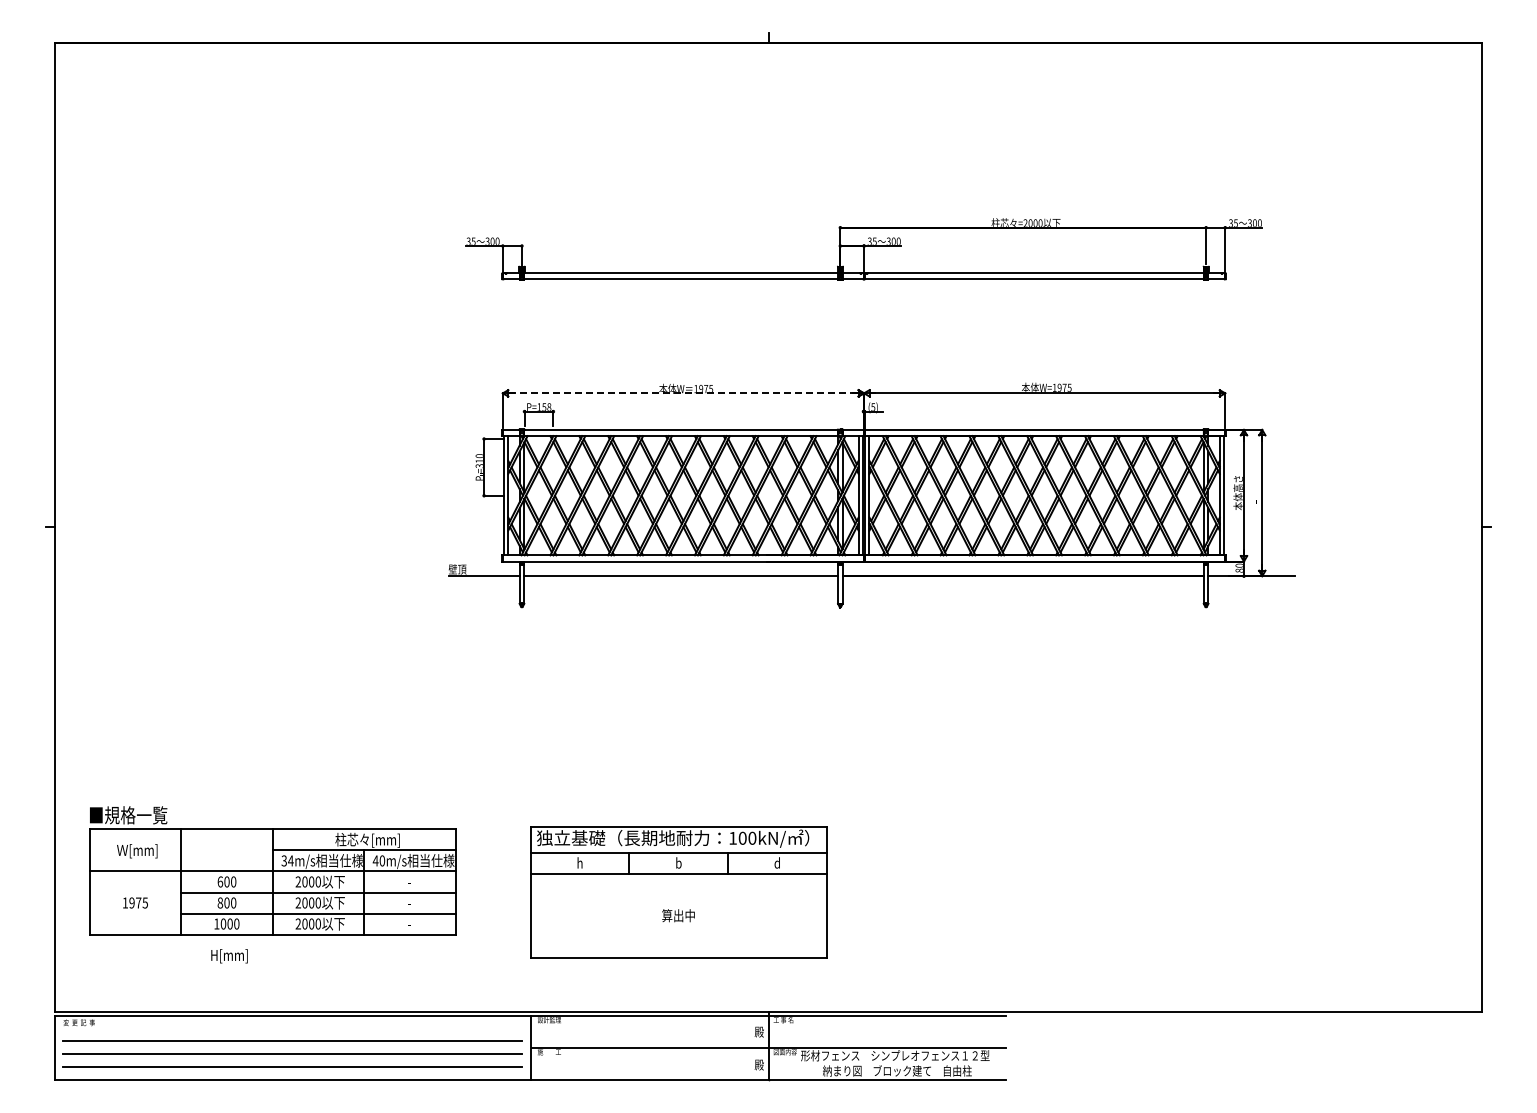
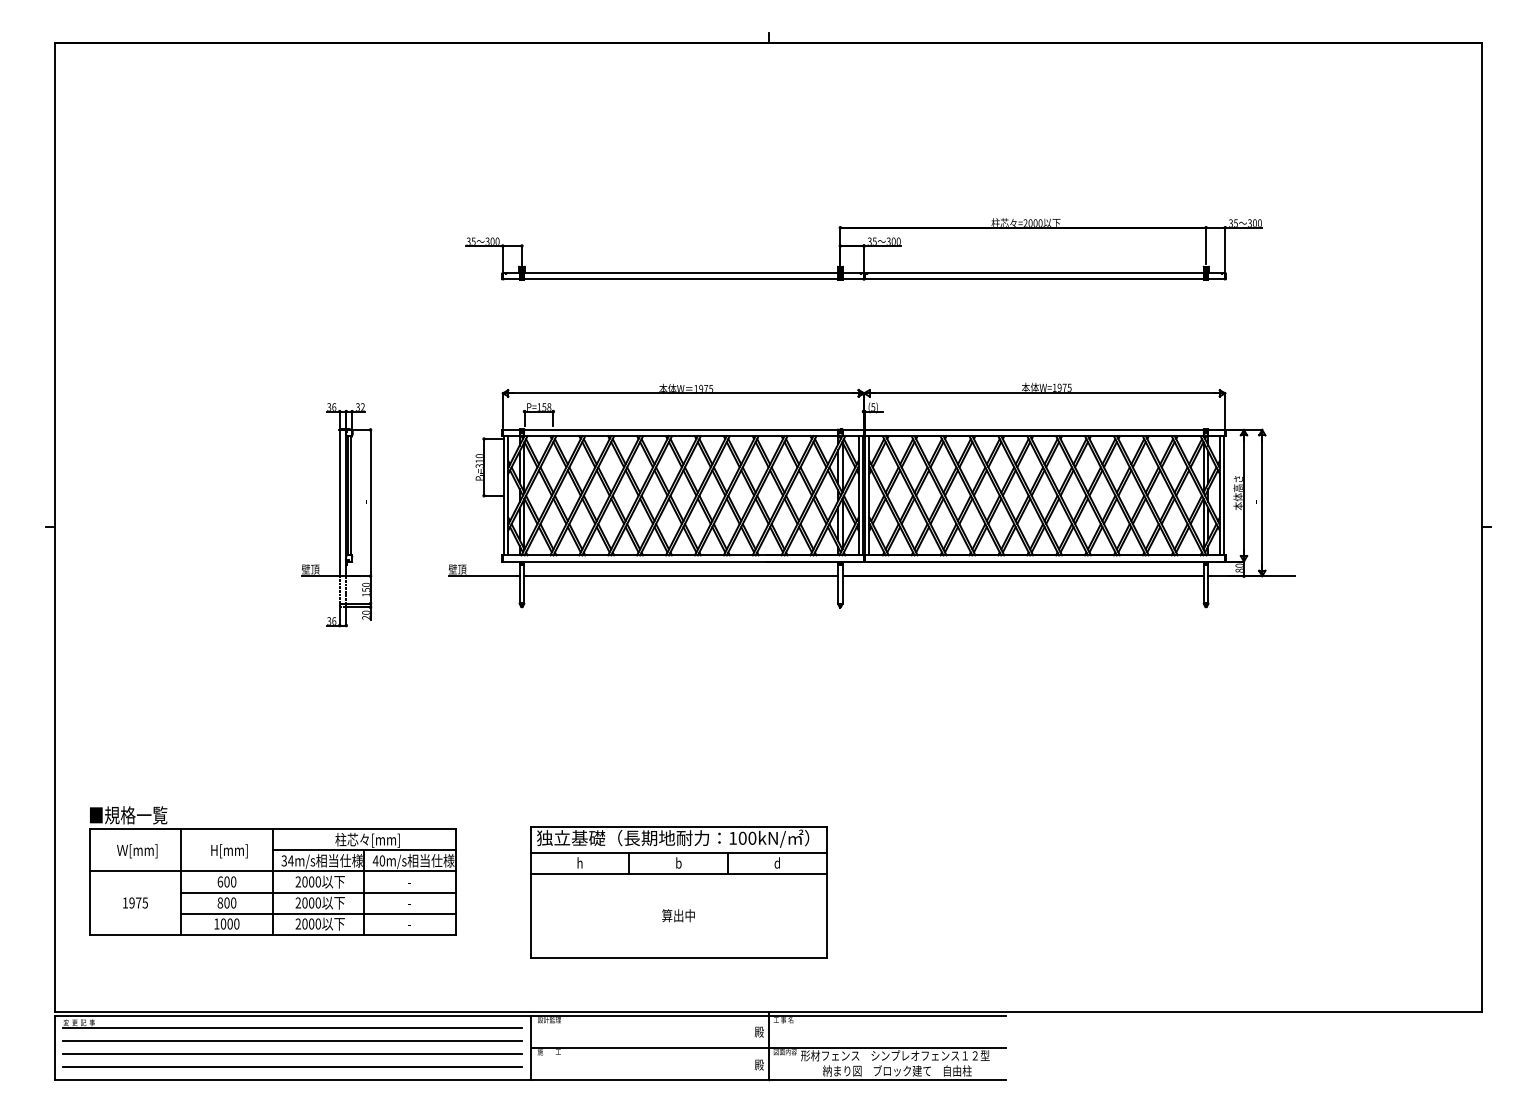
line at (683, 393): dashed -> solid
part at (336, 515): none -> present
text at (229, 956) position: (229, 956) -> (229, 851)
line at (292, 1028): none -> present
